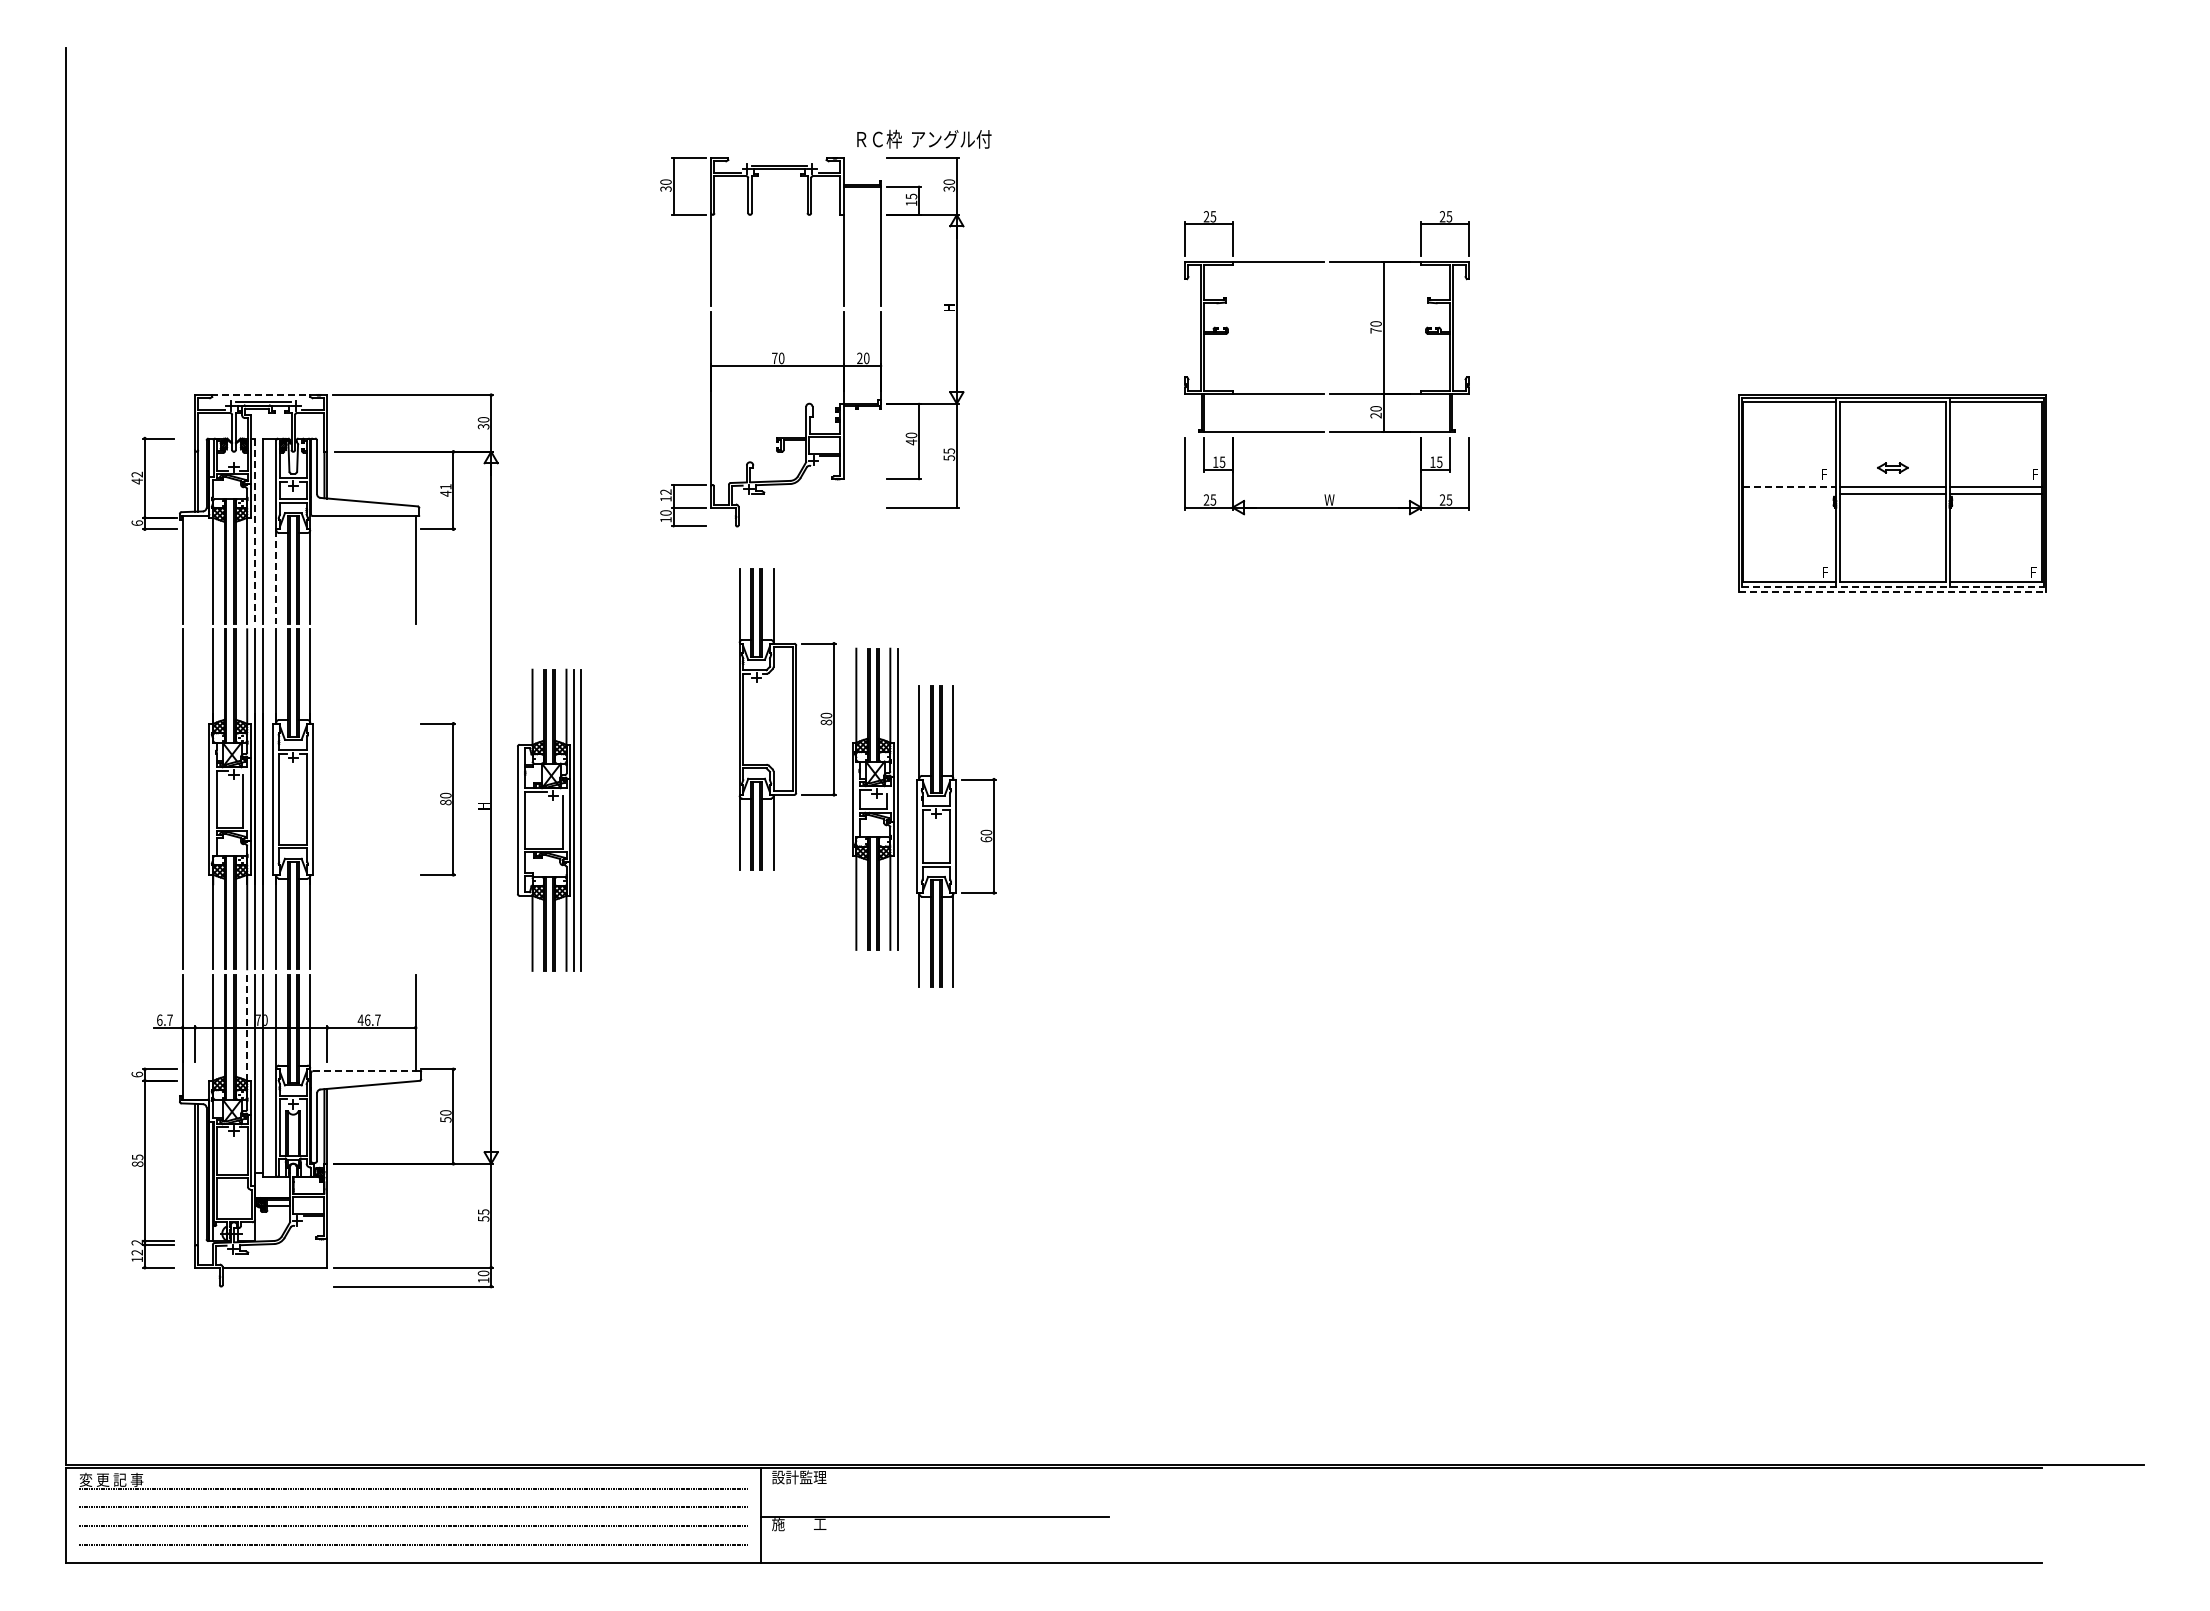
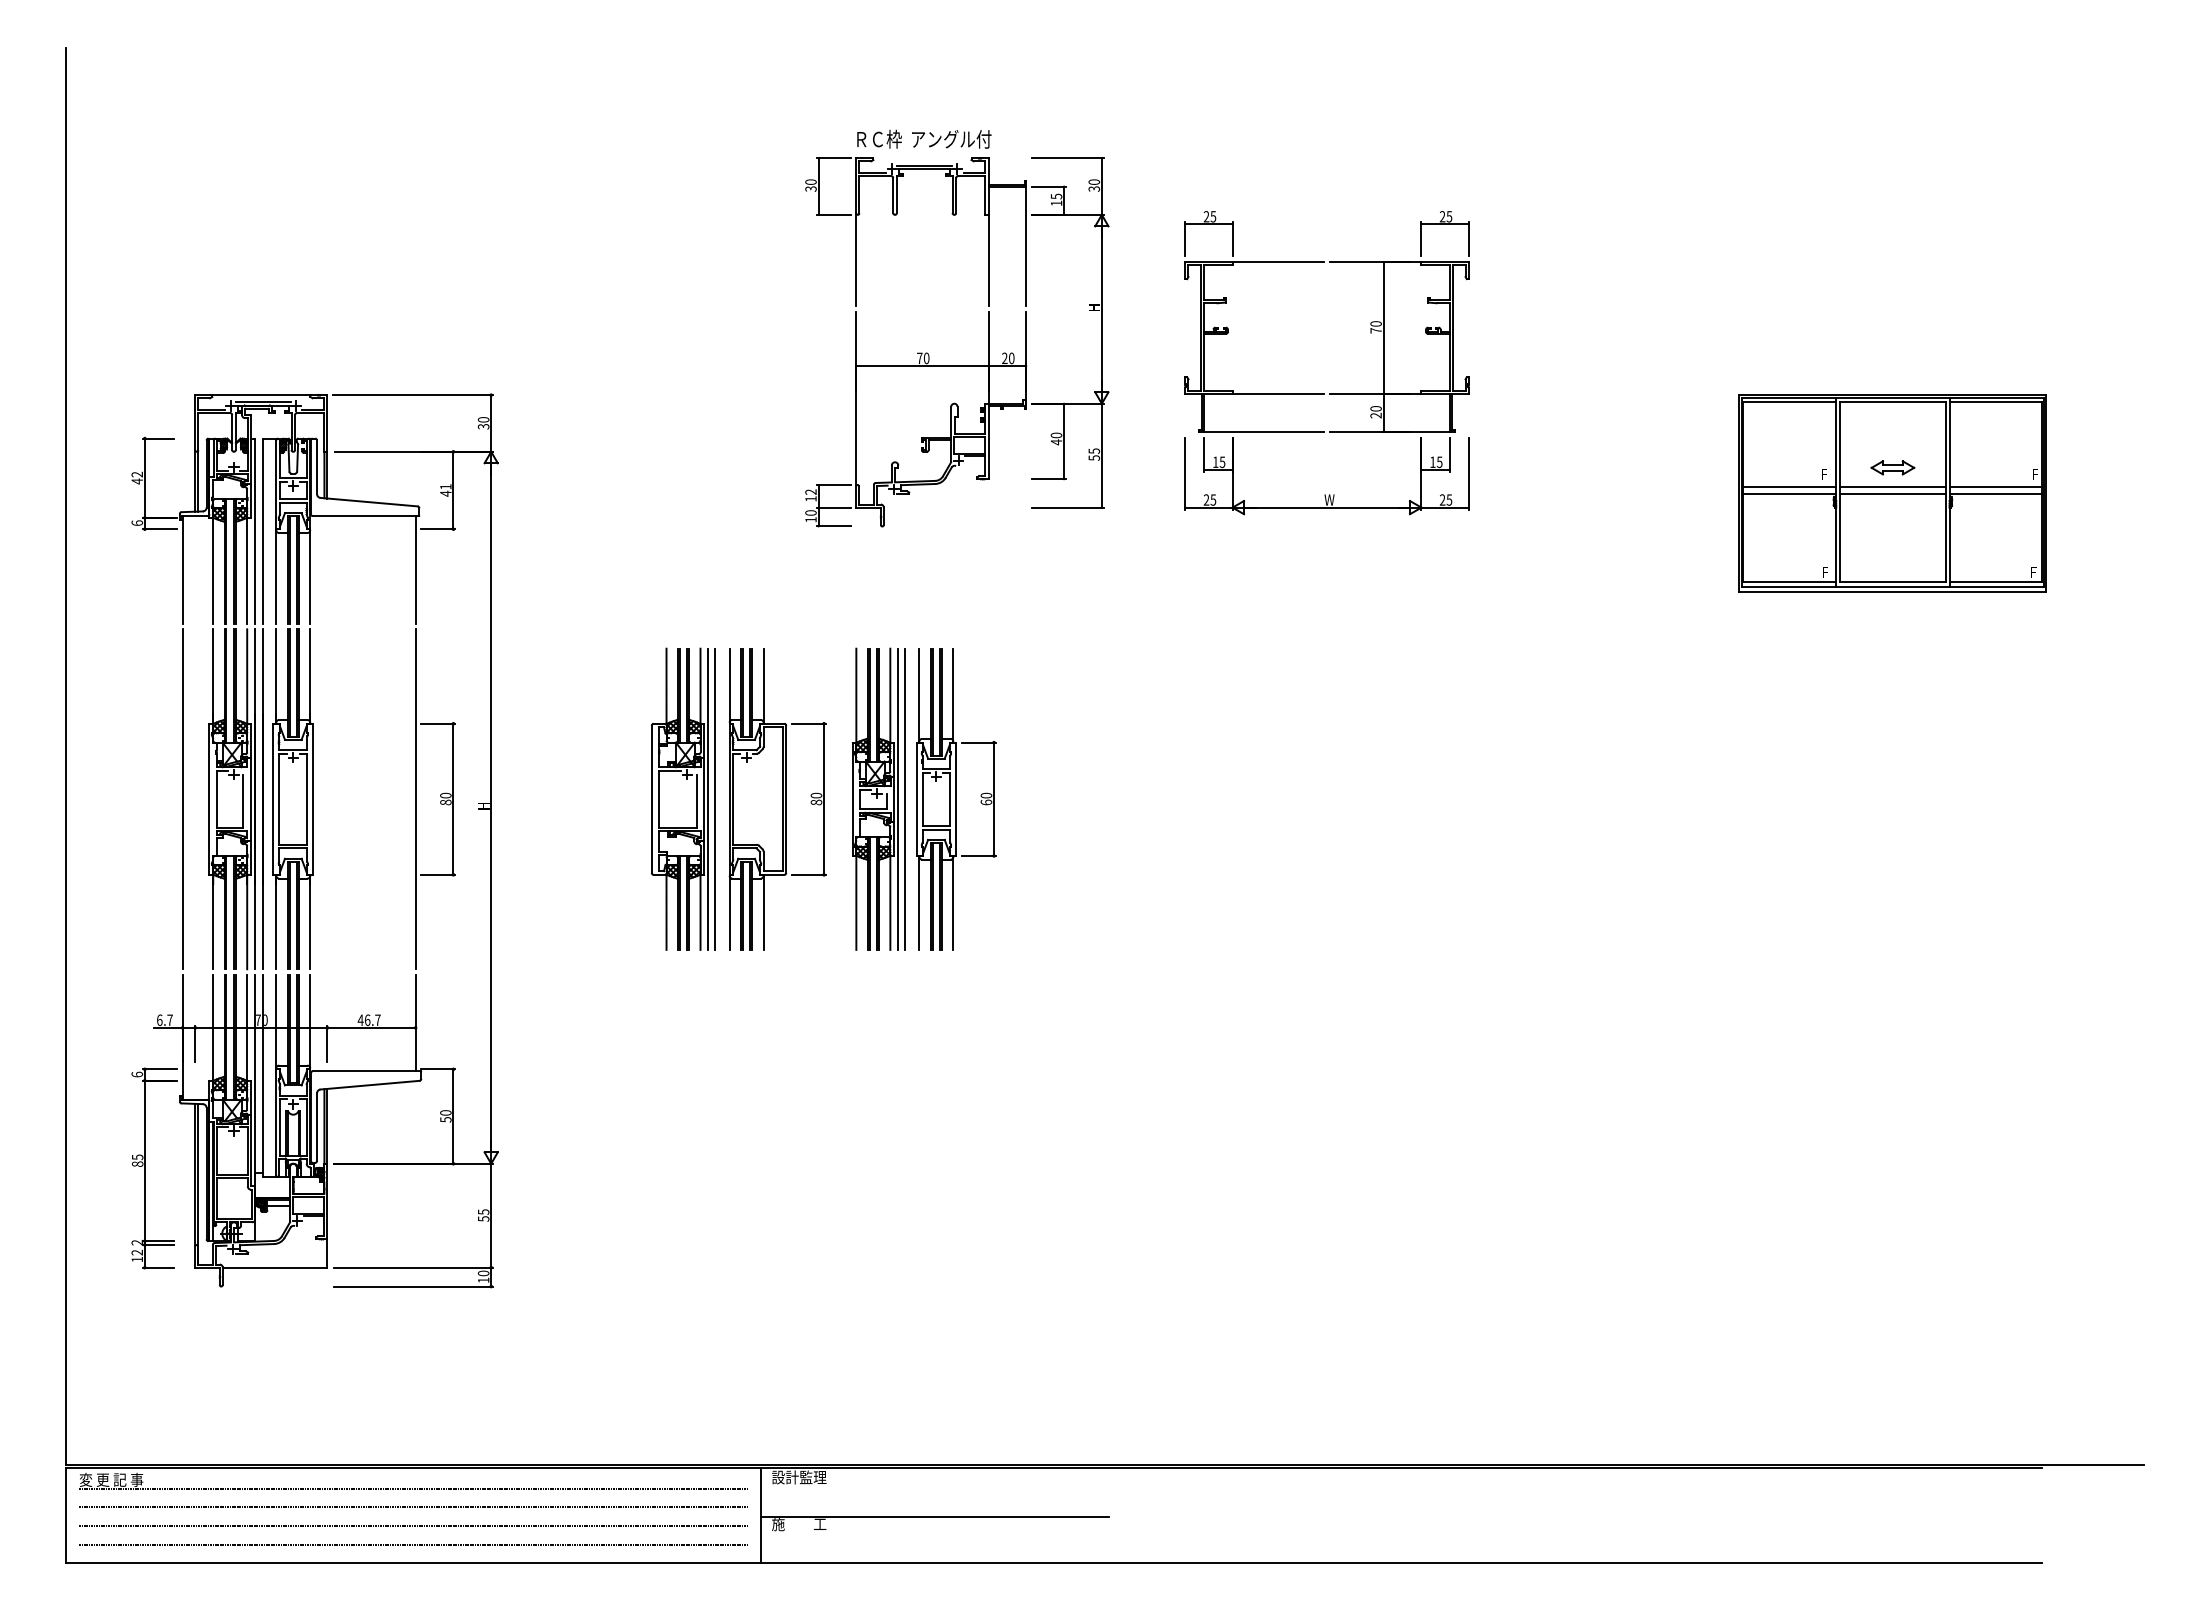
part at (812, 365) position: (812, 365) -> (957, 365)
line at (261, 395): dashed -> solid
part at (1892, 467) size: 32x12 px -> 46x16 px
line at (1790, 486): dashed -> solid
line at (1789, 494): none -> present
line at (255, 531): dashed -> solid
line at (276, 577): dashed -> solid
line at (1893, 586): dashed -> solid
line at (1893, 592): dashed -> solid
part at (787, 719) position: (787, 719) -> (777, 799)
line at (904, 798): none -> present
line at (415, 799): none -> present
part at (549, 819) position: (549, 819) -> (683, 798)
part at (956, 836) position: (956, 836) -> (956, 799)
line at (247, 1028): dashed -> solid
line at (364, 1071): dashed -> solid
